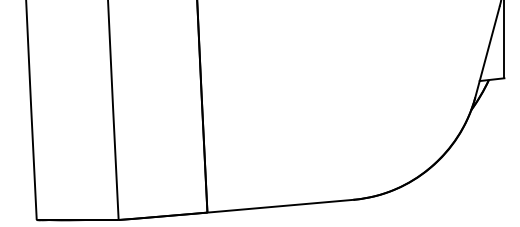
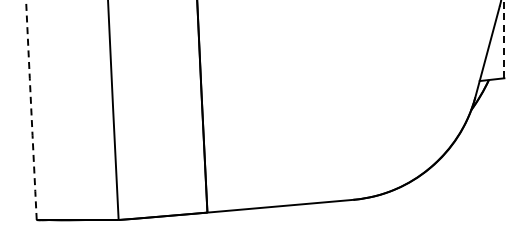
line at (504, 39): solid -> dashed
arc at (31, 108): solid -> dashed
